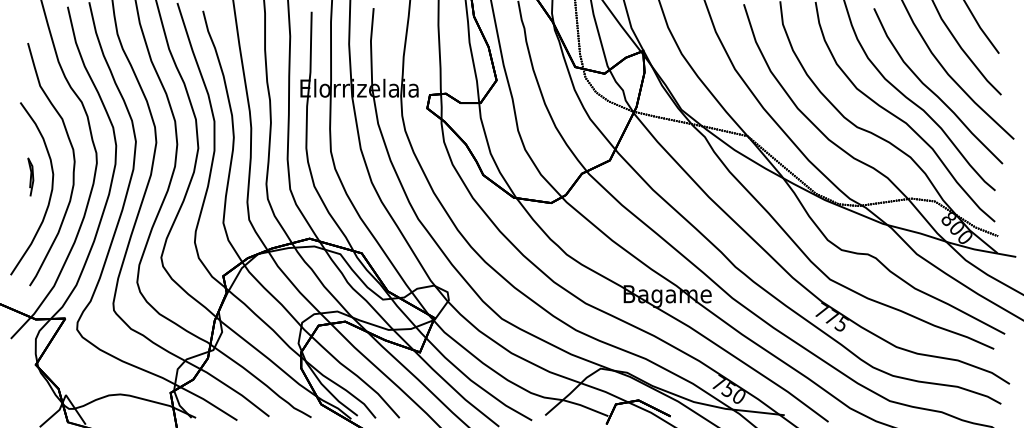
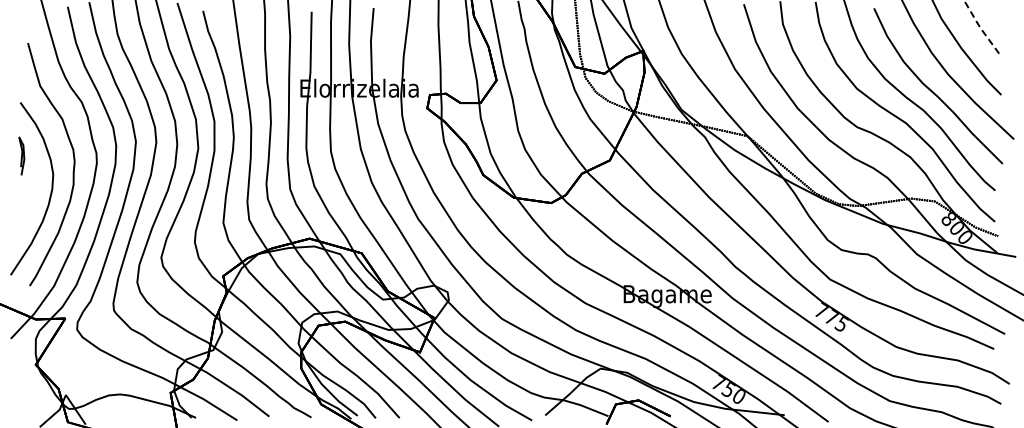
line at (980, 27): solid -> dashed
part at (30, 176) position: (30, 176) -> (21, 155)
